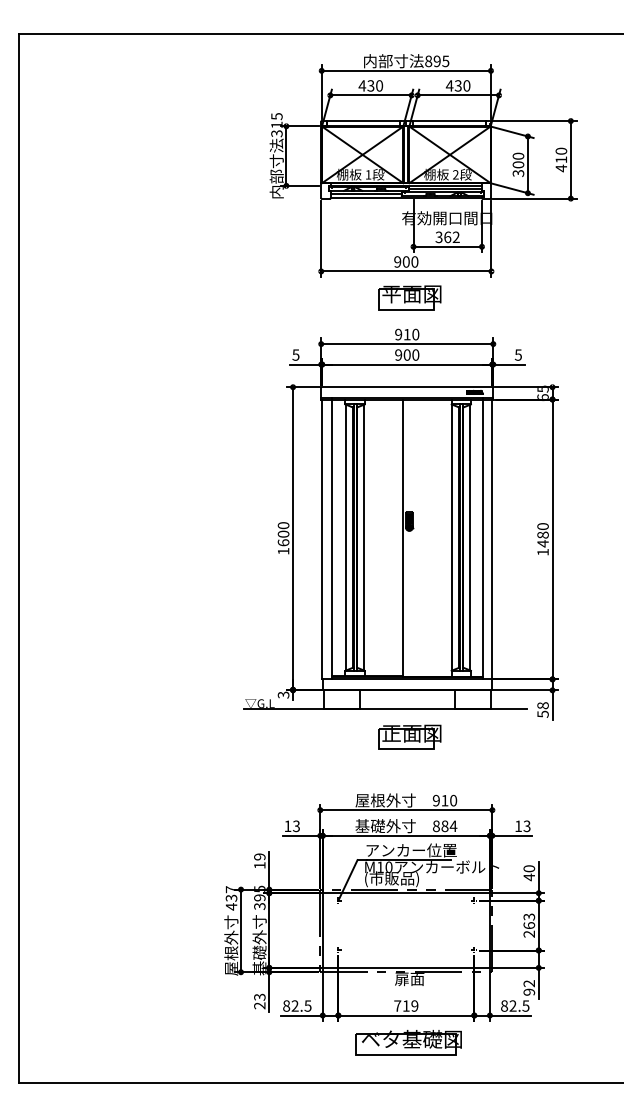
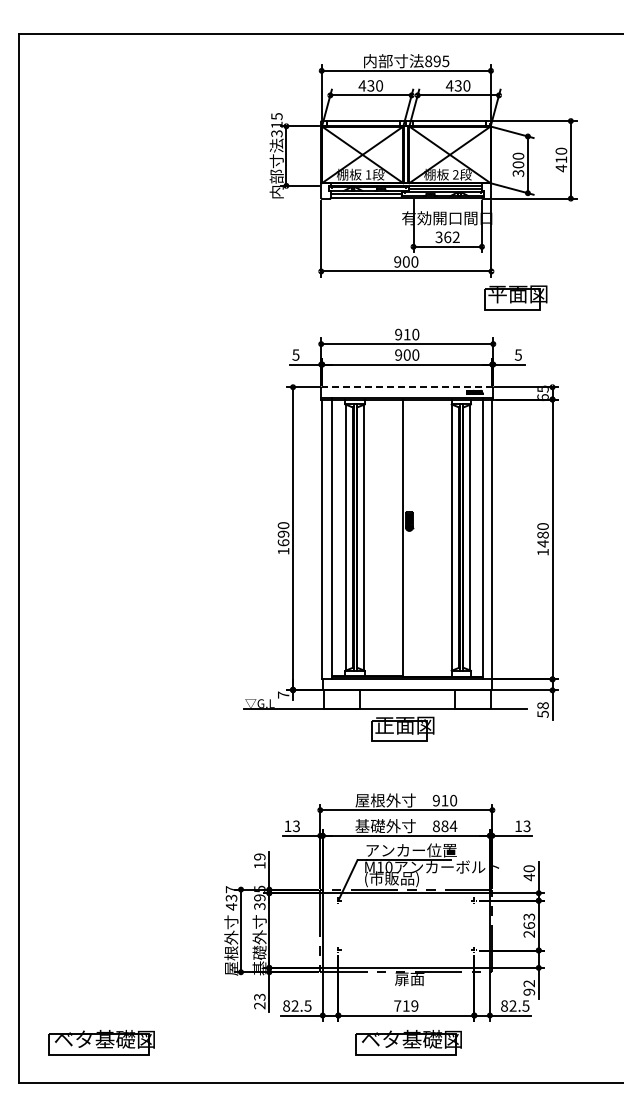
part at (409, 297) position: (409, 297) -> (515, 297)
line at (406, 387): solid -> dashed
text at (283, 533): 1600 -> 1690
text at (283, 694): 3 -> 7
part at (409, 736) position: (409, 736) -> (402, 728)
part at (101, 1042): none -> present
